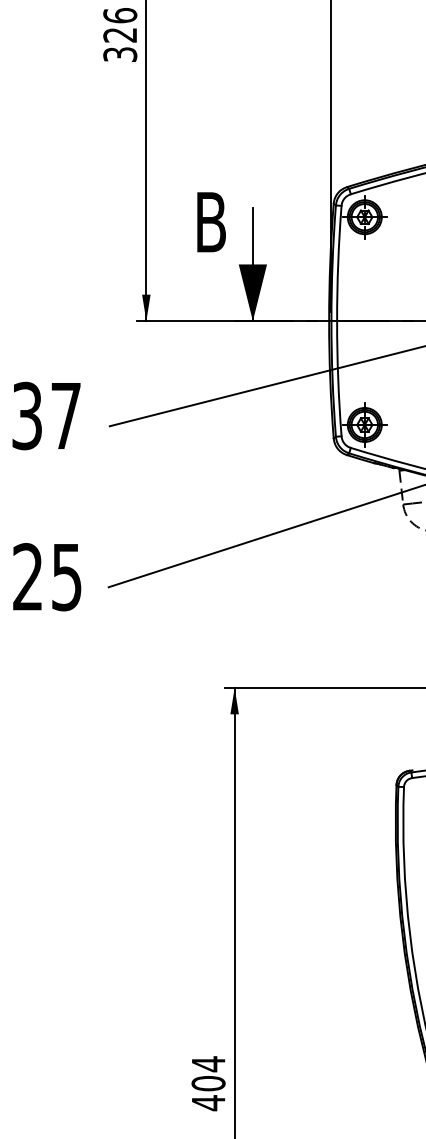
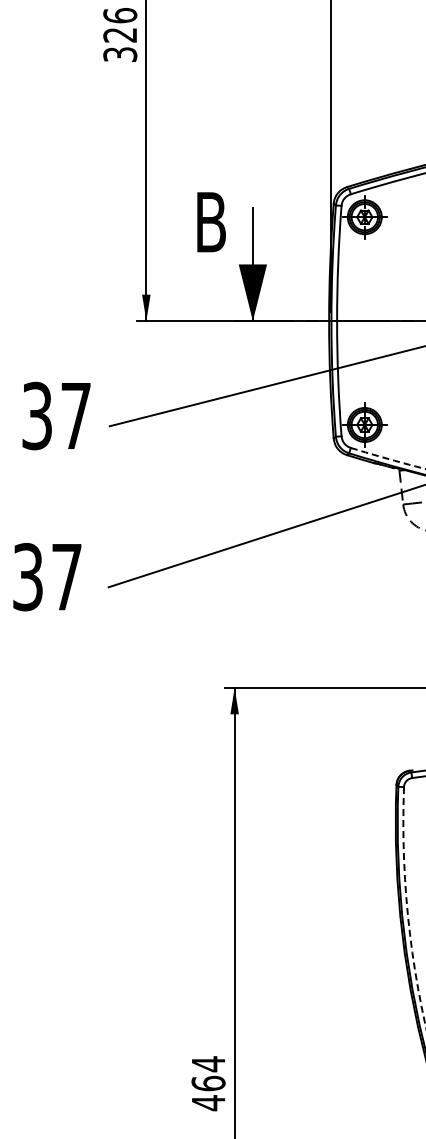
text at (46, 415) position: (46, 415) -> (56, 415)
arc at (388, 458): solid -> dashed
text at (47, 577): 25 -> 37
arc at (407, 908): solid -> dashed
text at (208, 1083): 404 -> 464
